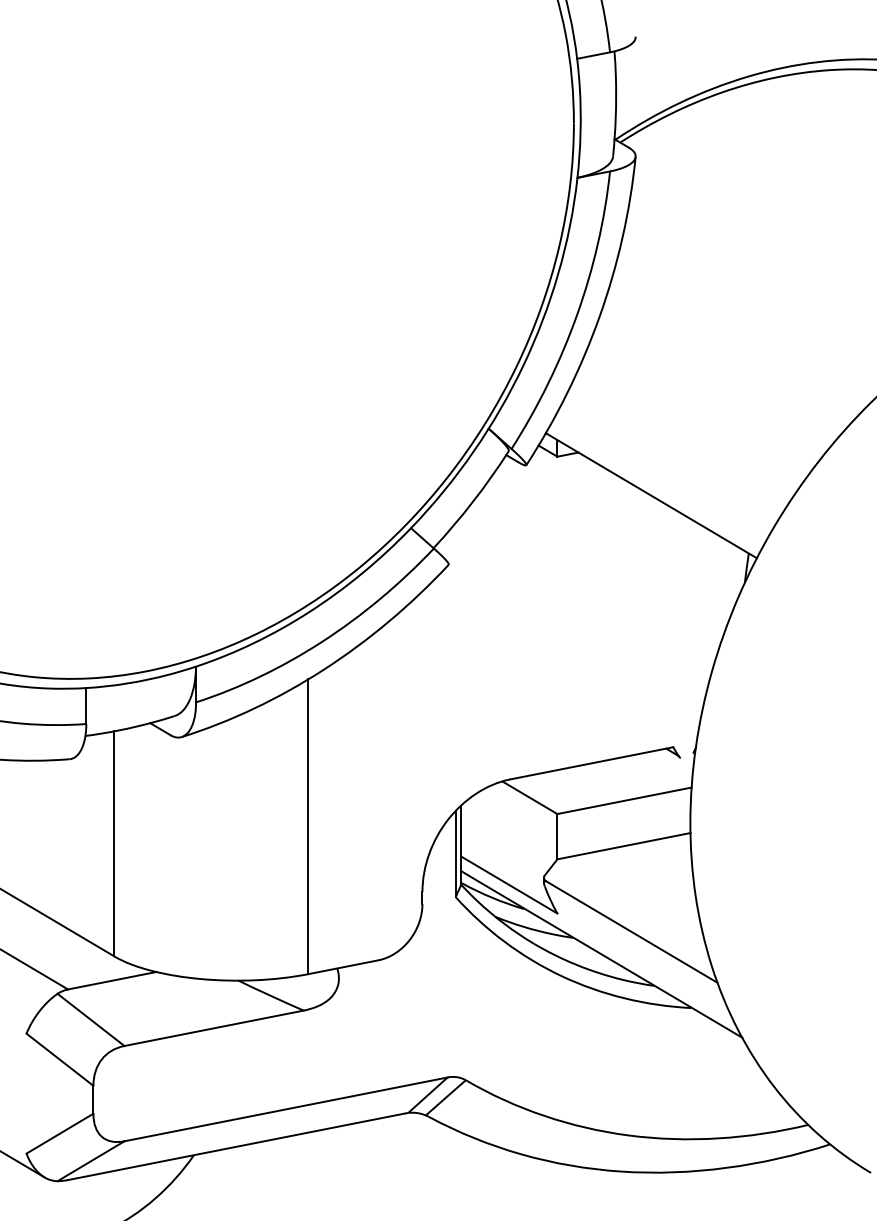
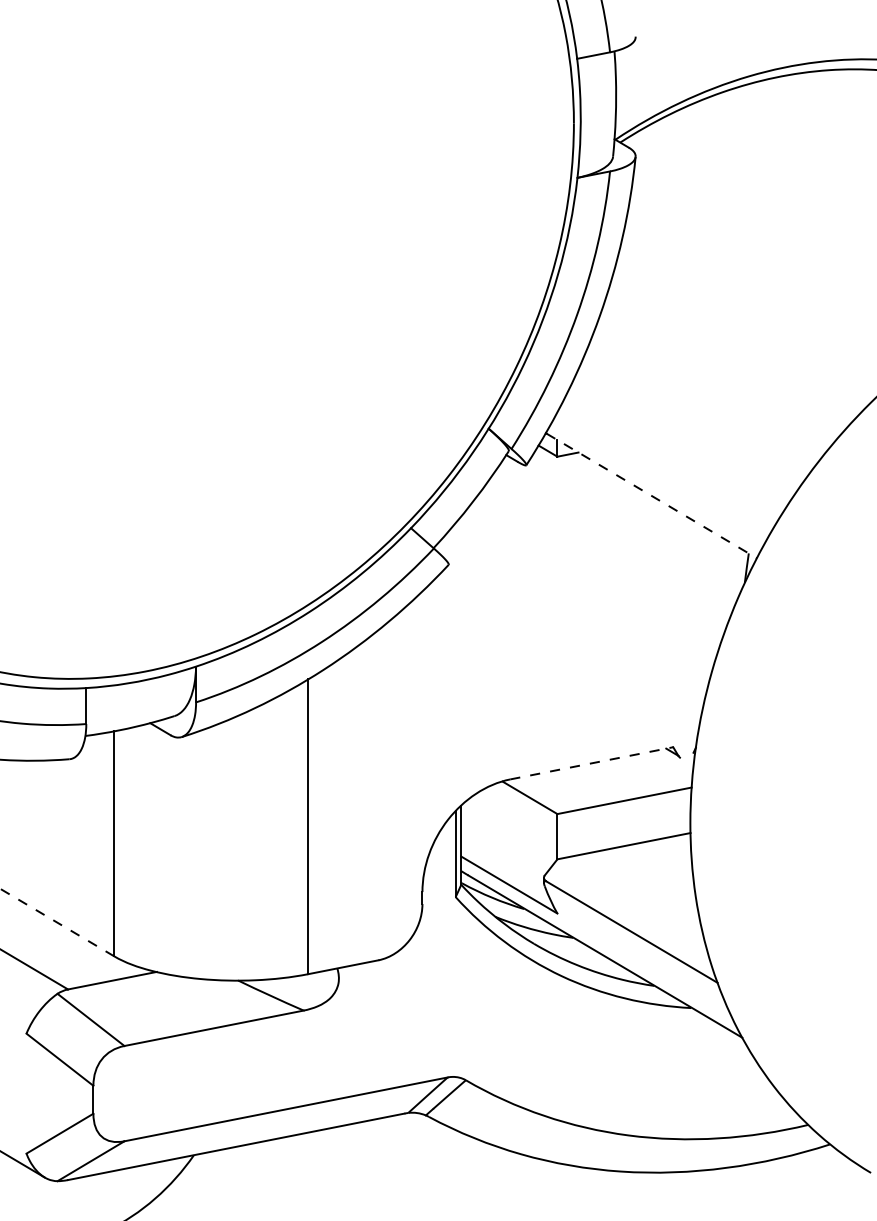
line at (652, 496): solid -> dashed
line at (592, 763): solid -> dashed
line at (57, 922): solid -> dashed
